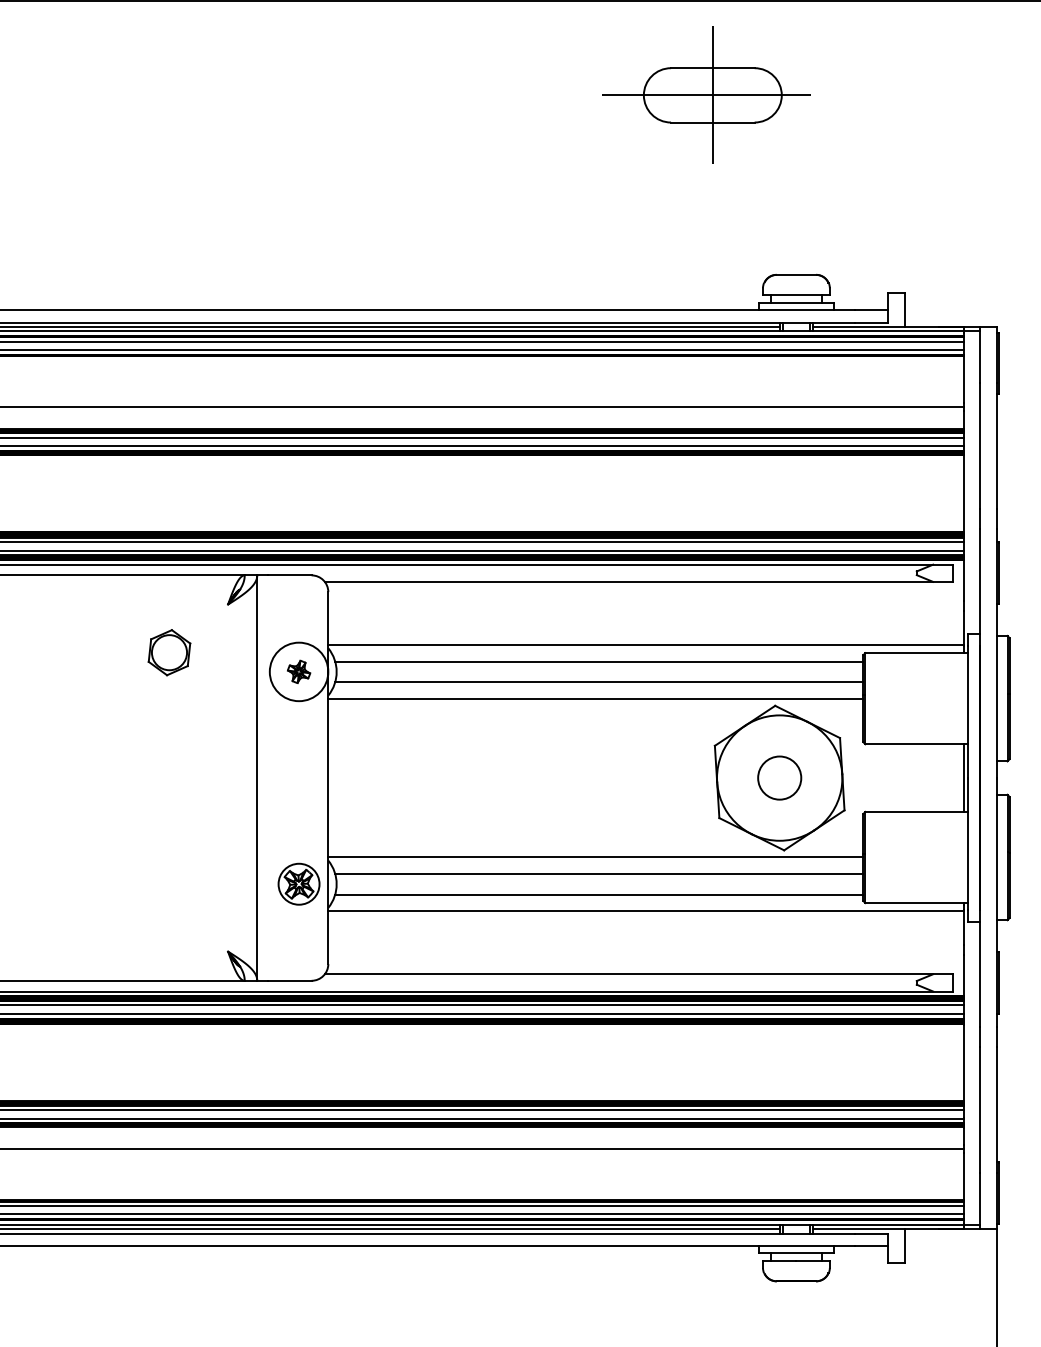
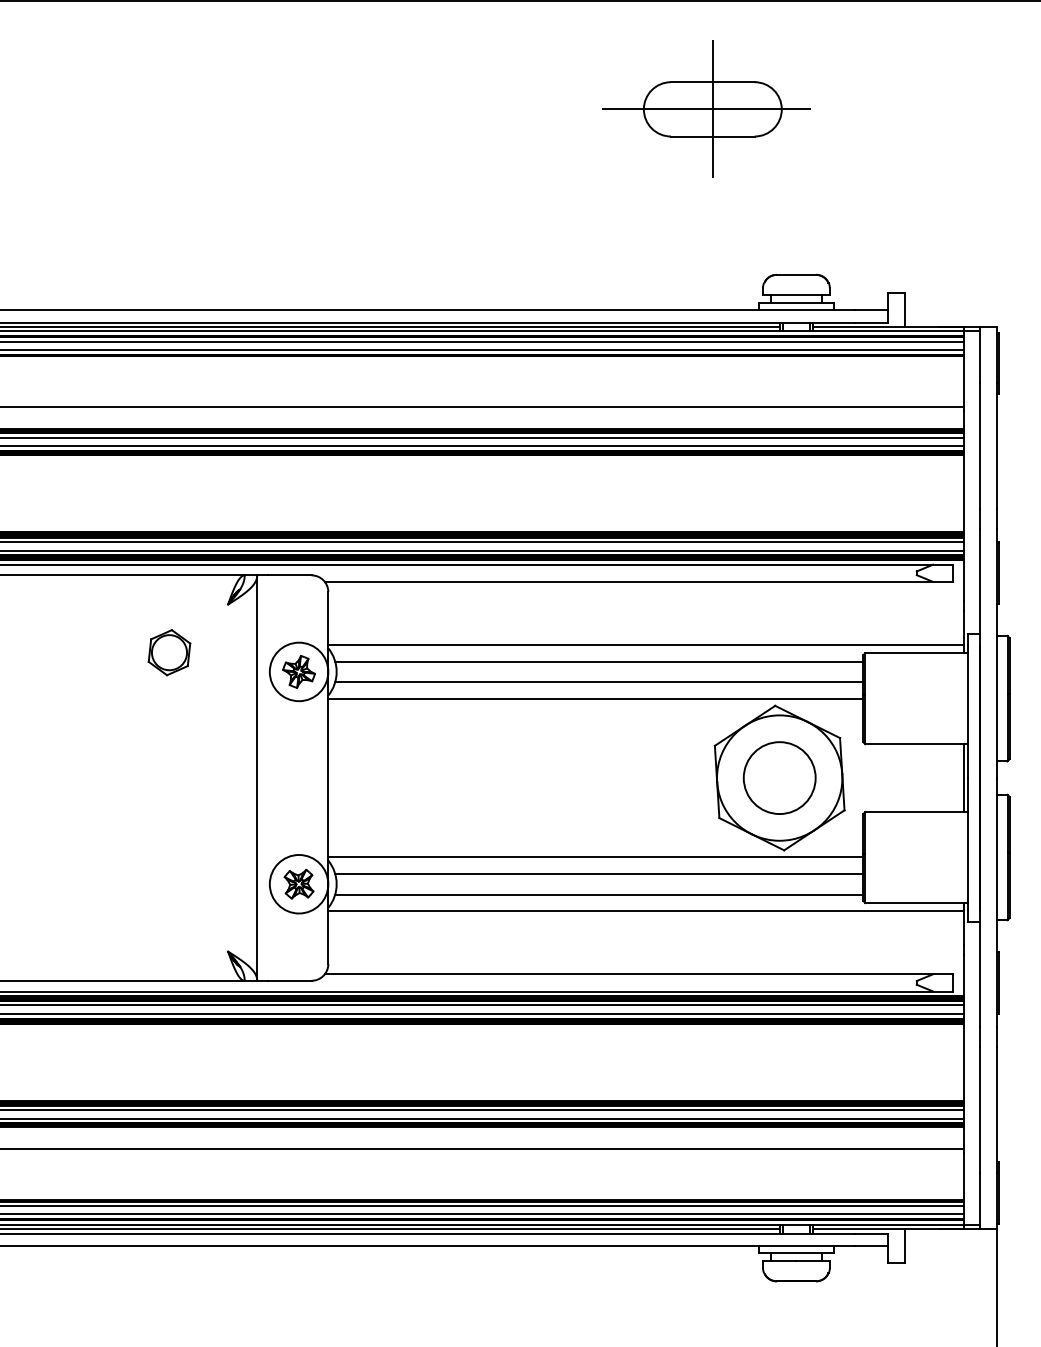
part at (706, 94) position: (706, 94) -> (706, 108)
part at (299, 671) size: 25x25 px -> 34x34 px
circle at (779, 777) diameter: 43 px -> 72 px
circle at (298, 883) diameter: 41 px -> 59 px
